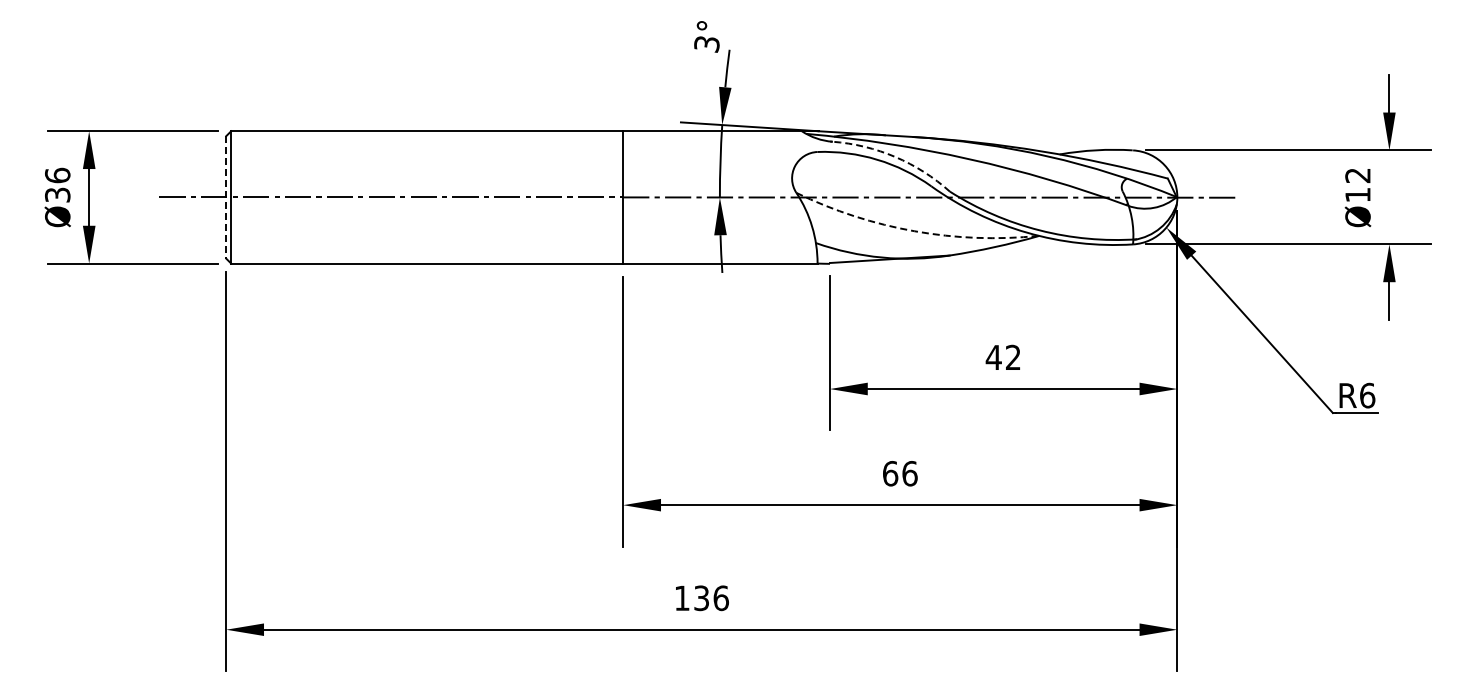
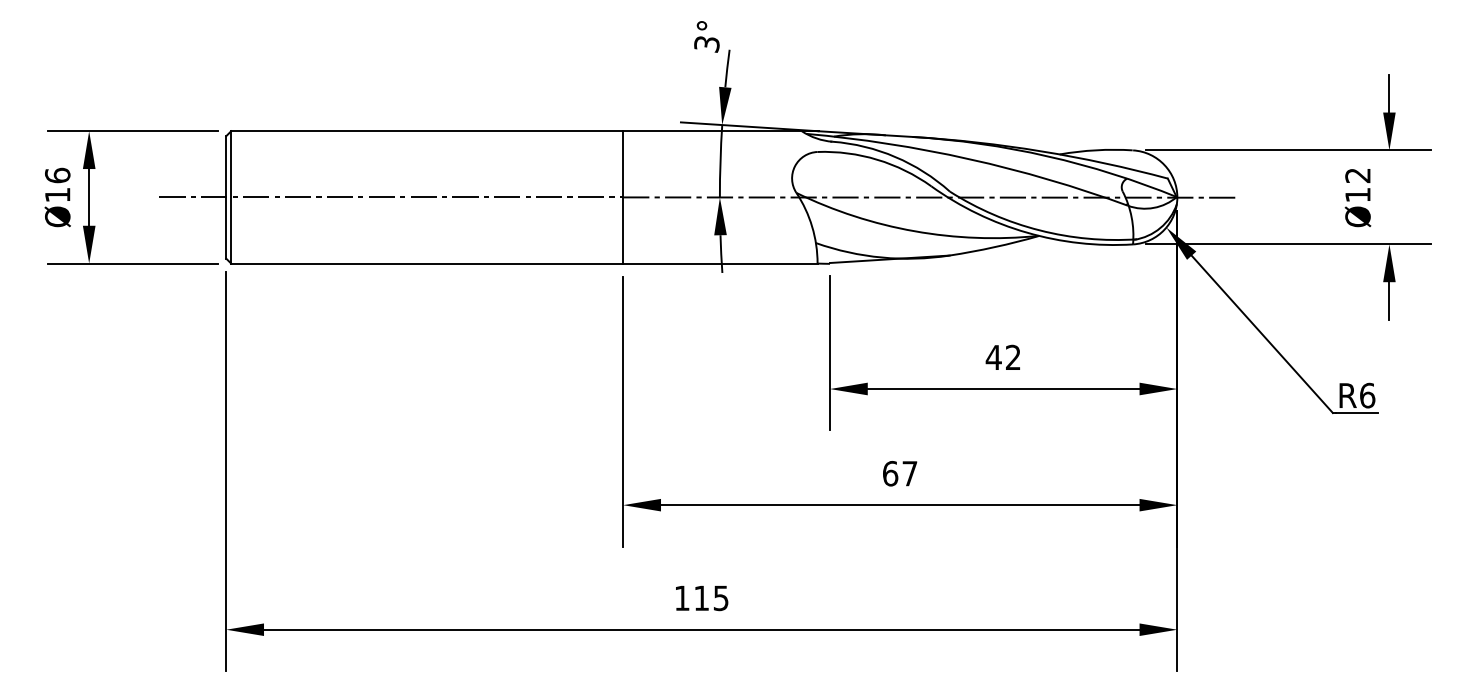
arc at (895, 157): dashed -> solid
text at (57, 194): Ø36 -> Ø16
line at (226, 197): dashed -> solid
arc at (914, 231): dashed -> solid
text at (909, 473): 66 -> 67
text at (711, 598): 136 -> 115
